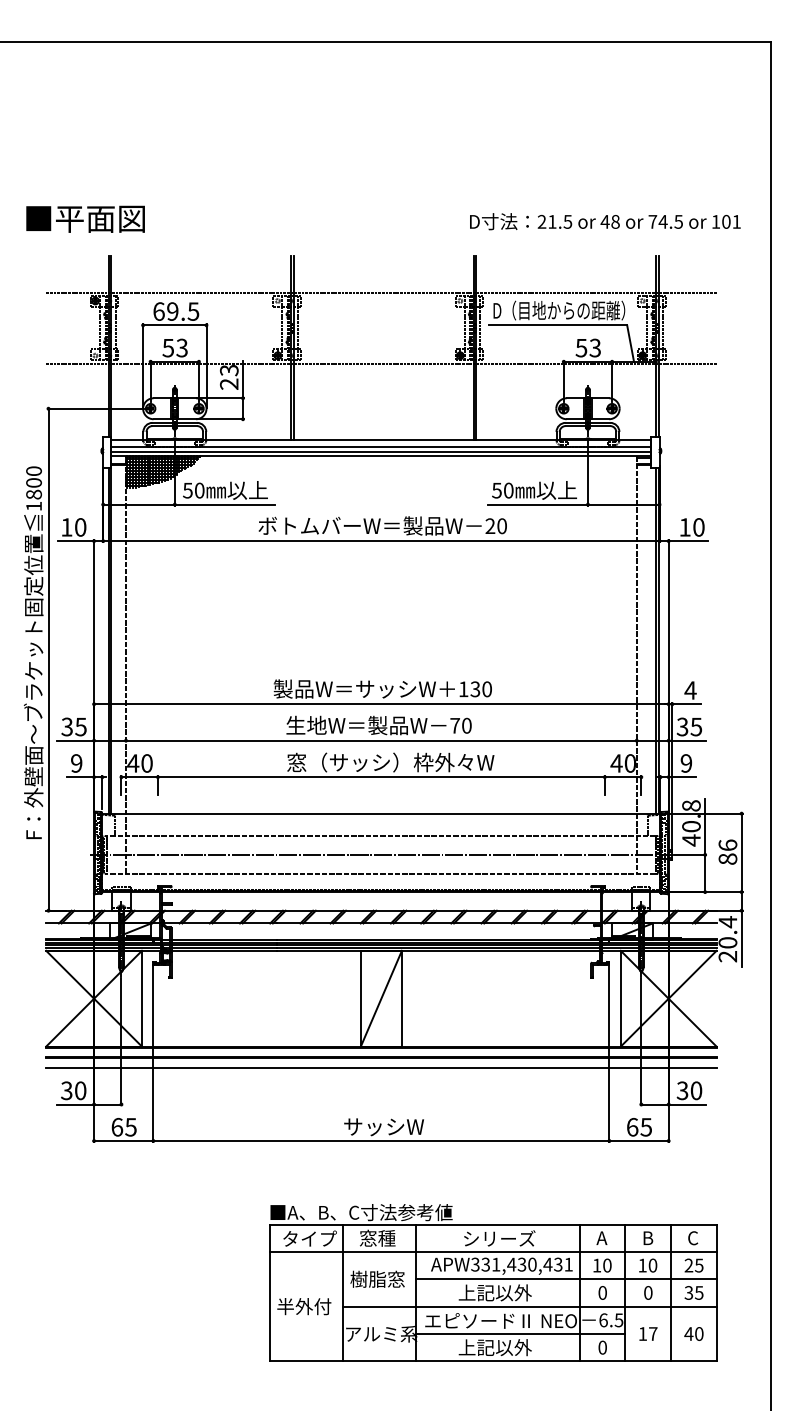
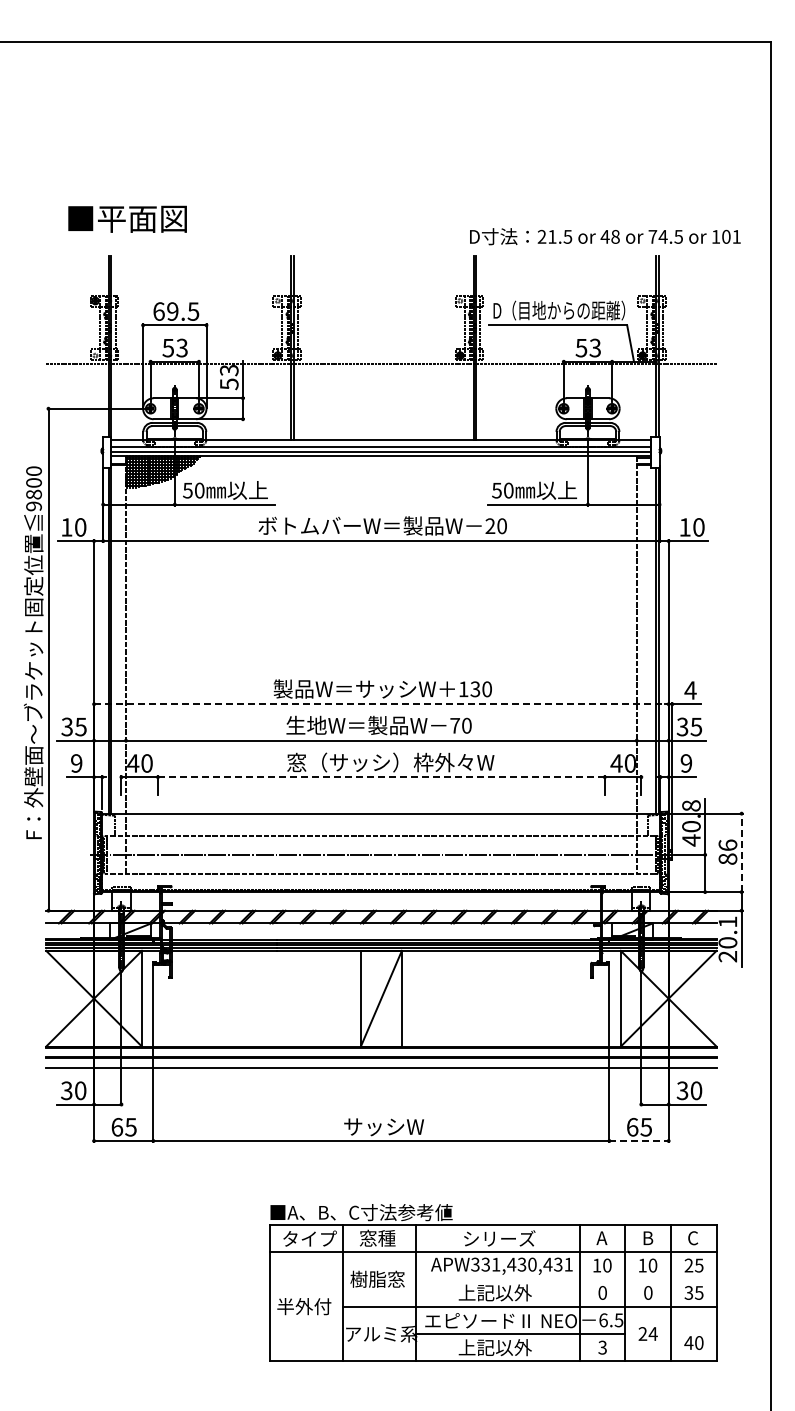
text at (85, 218) position: (85, 218) -> (127, 218)
text at (605, 221) position: (605, 221) -> (605, 236)
line at (381, 292): present -> none
text at (228, 384): 23 -> 53
text at (33, 506): 1800 -> 9800
line at (381, 704): solid -> dashed
line at (381, 777): solid -> dashed
line at (741, 852): solid -> dashed
text at (727, 922): 20.4 -> 20.1
line at (639, 1140): solid -> dashed
line at (565, 1279): present -> none
text at (647, 1333): 17 -> 24
text at (693, 1333) position: (693, 1333) -> (693, 1342)
text at (602, 1347): 0 -> 3
